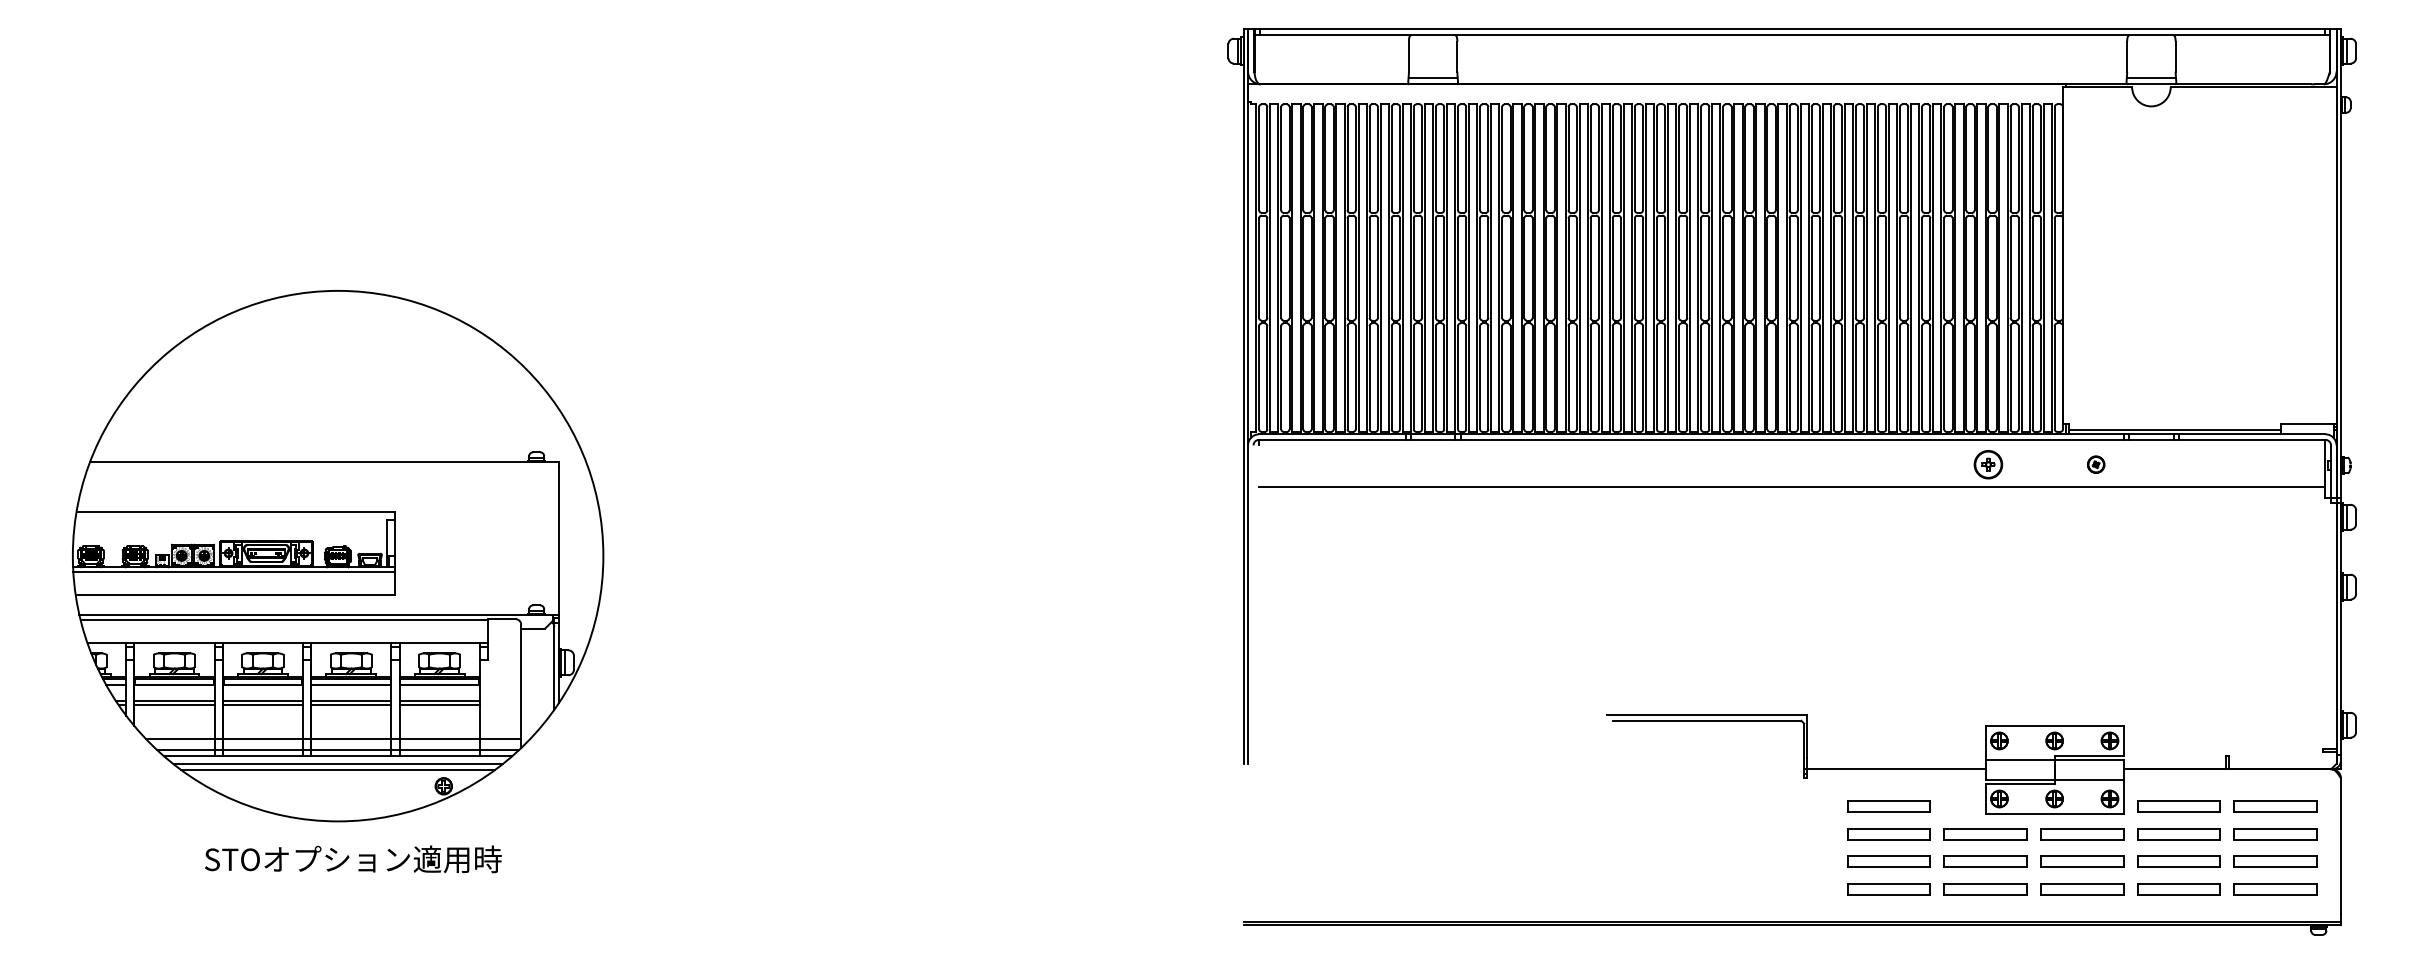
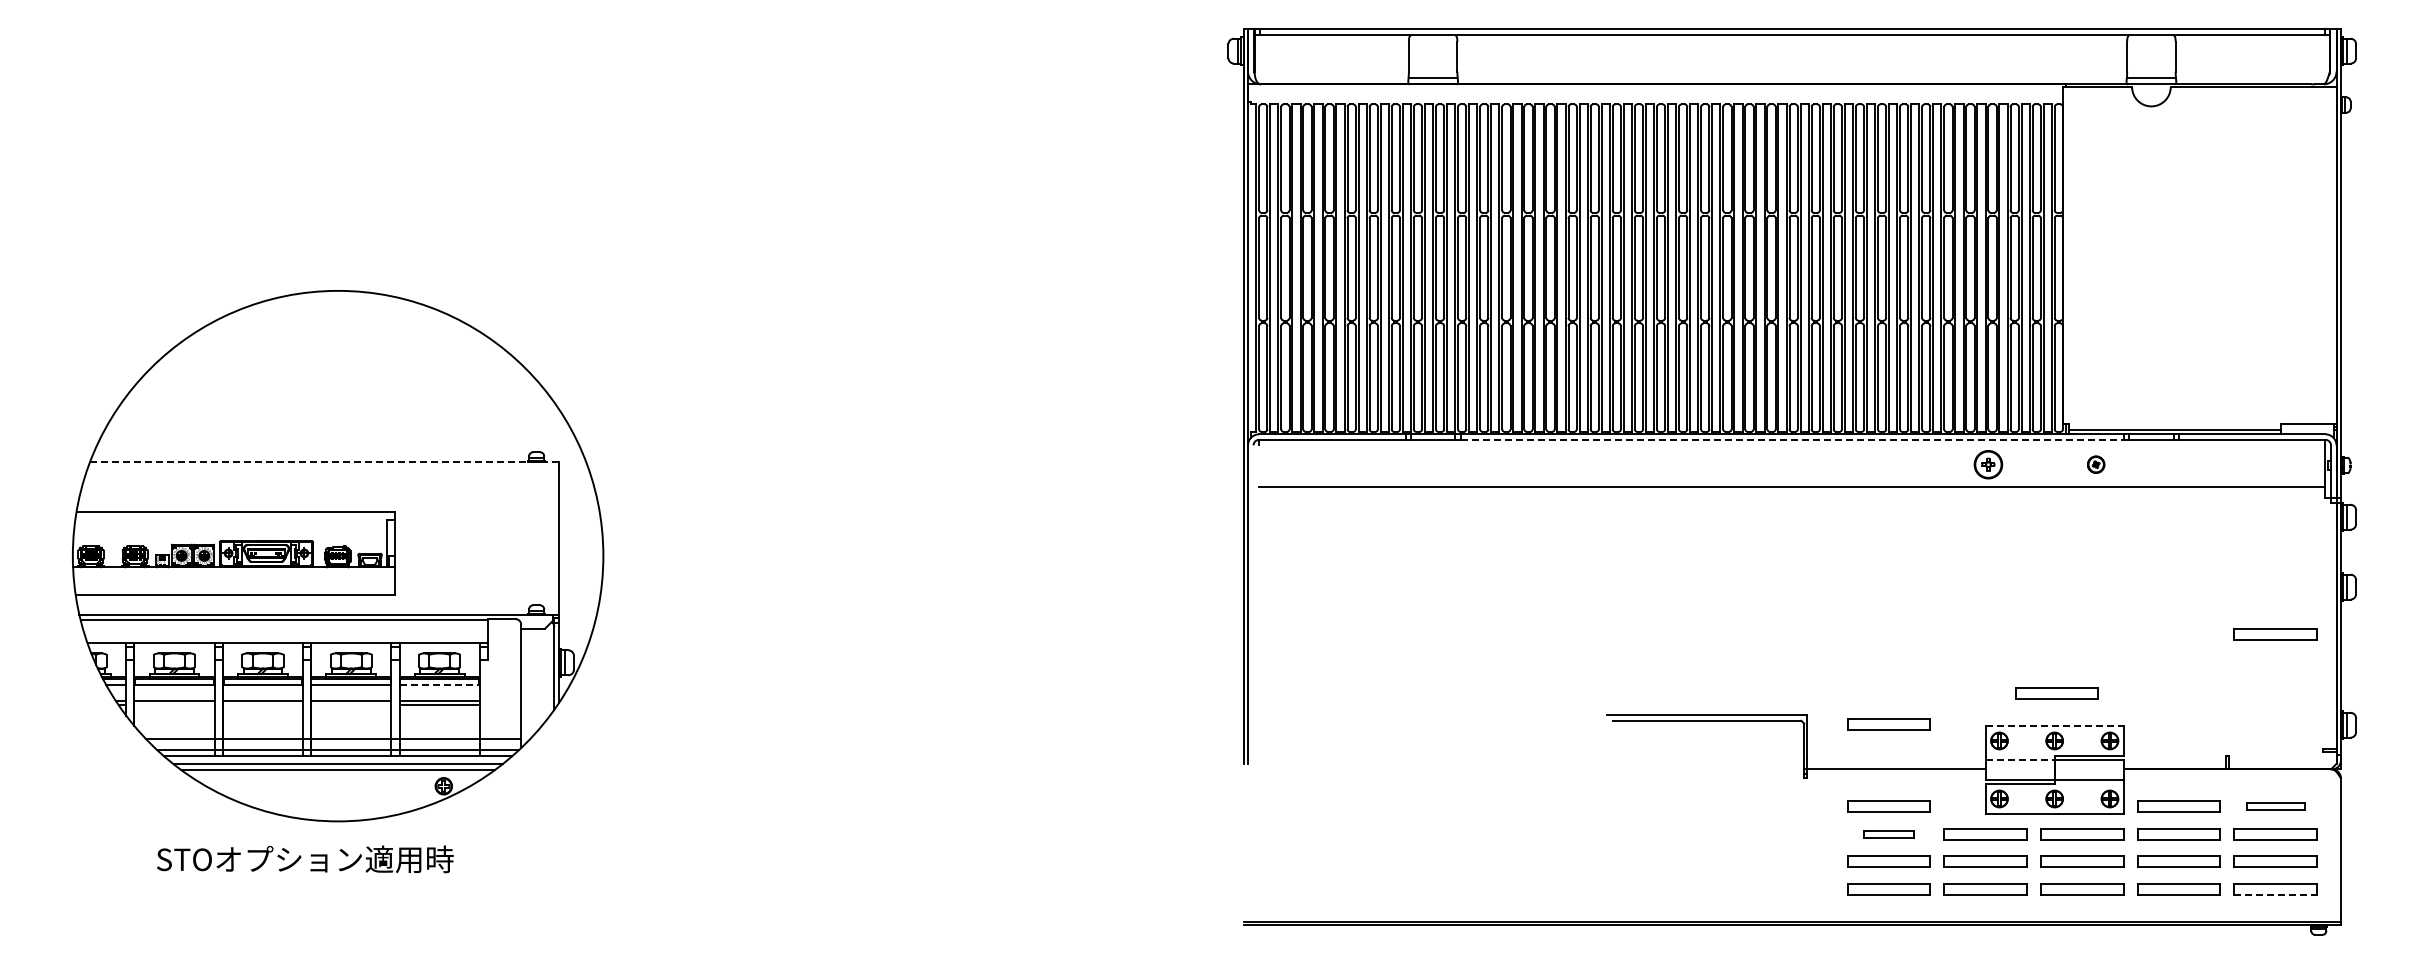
line at (1792, 439): solid -> dashed
line at (323, 461): solid -> dashed
line at (233, 571): present -> none
part at (2275, 634): none -> present
line at (439, 684): solid -> dashed
part at (2056, 693): none -> present
line at (174, 705): present -> none
line at (262, 705): present -> none
line at (351, 705): present -> none
part at (1888, 724): none -> present
line at (2055, 725): solid -> dashed
line at (2020, 759): solid -> dashed
part at (2275, 806) size: 85x13 px -> 60x9 px
part at (1888, 834) size: 84x13 px -> 52x9 px
text at (353, 859) position: (353, 859) -> (305, 859)
line at (2276, 894): solid -> dashed
